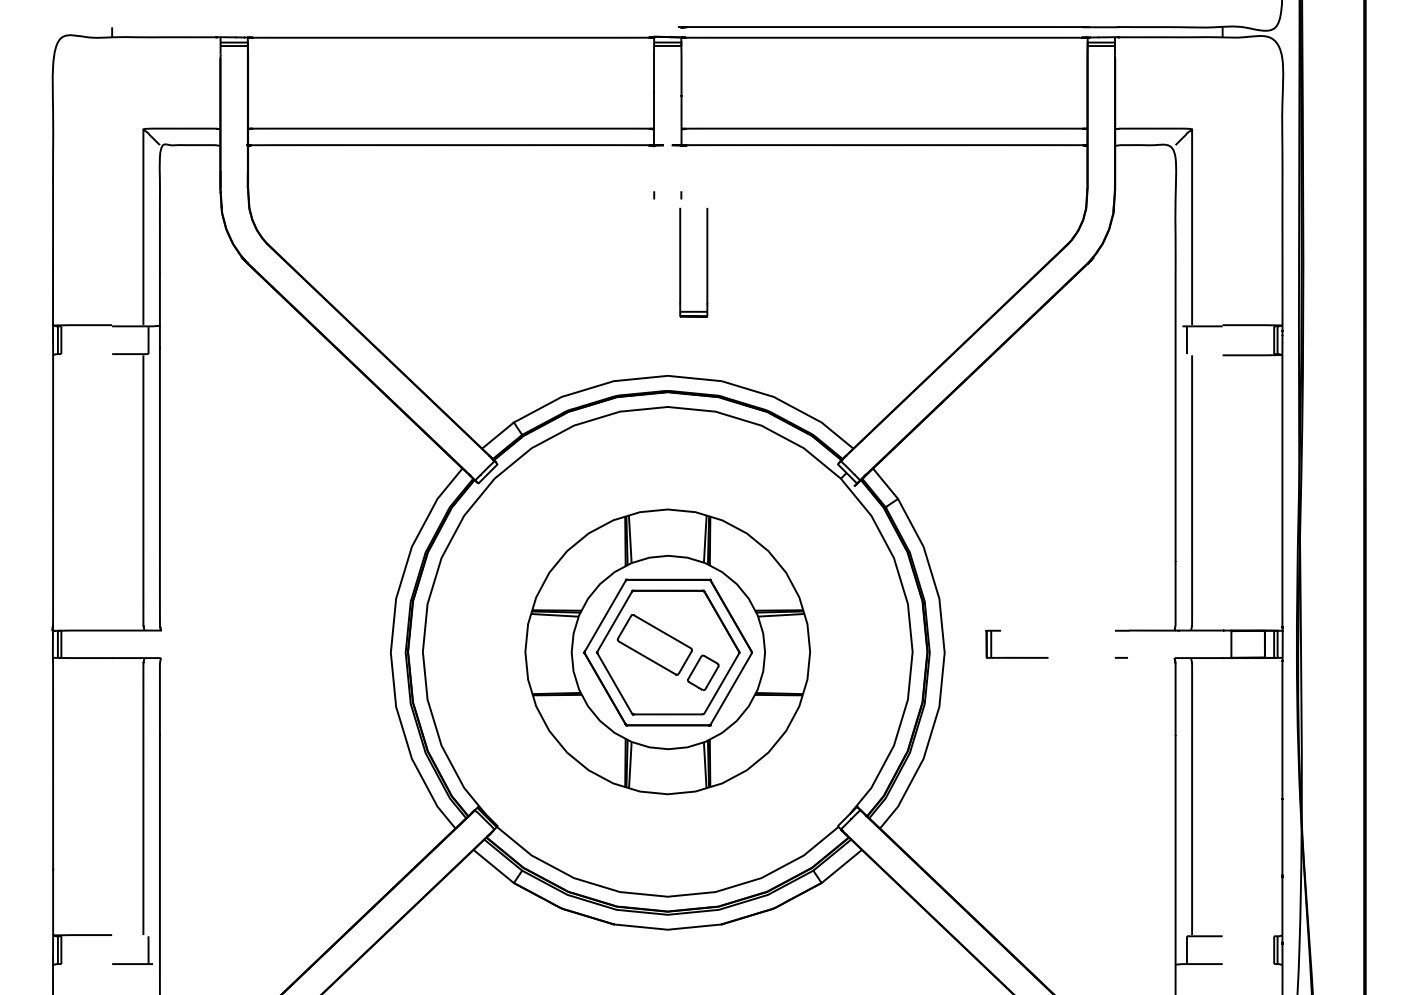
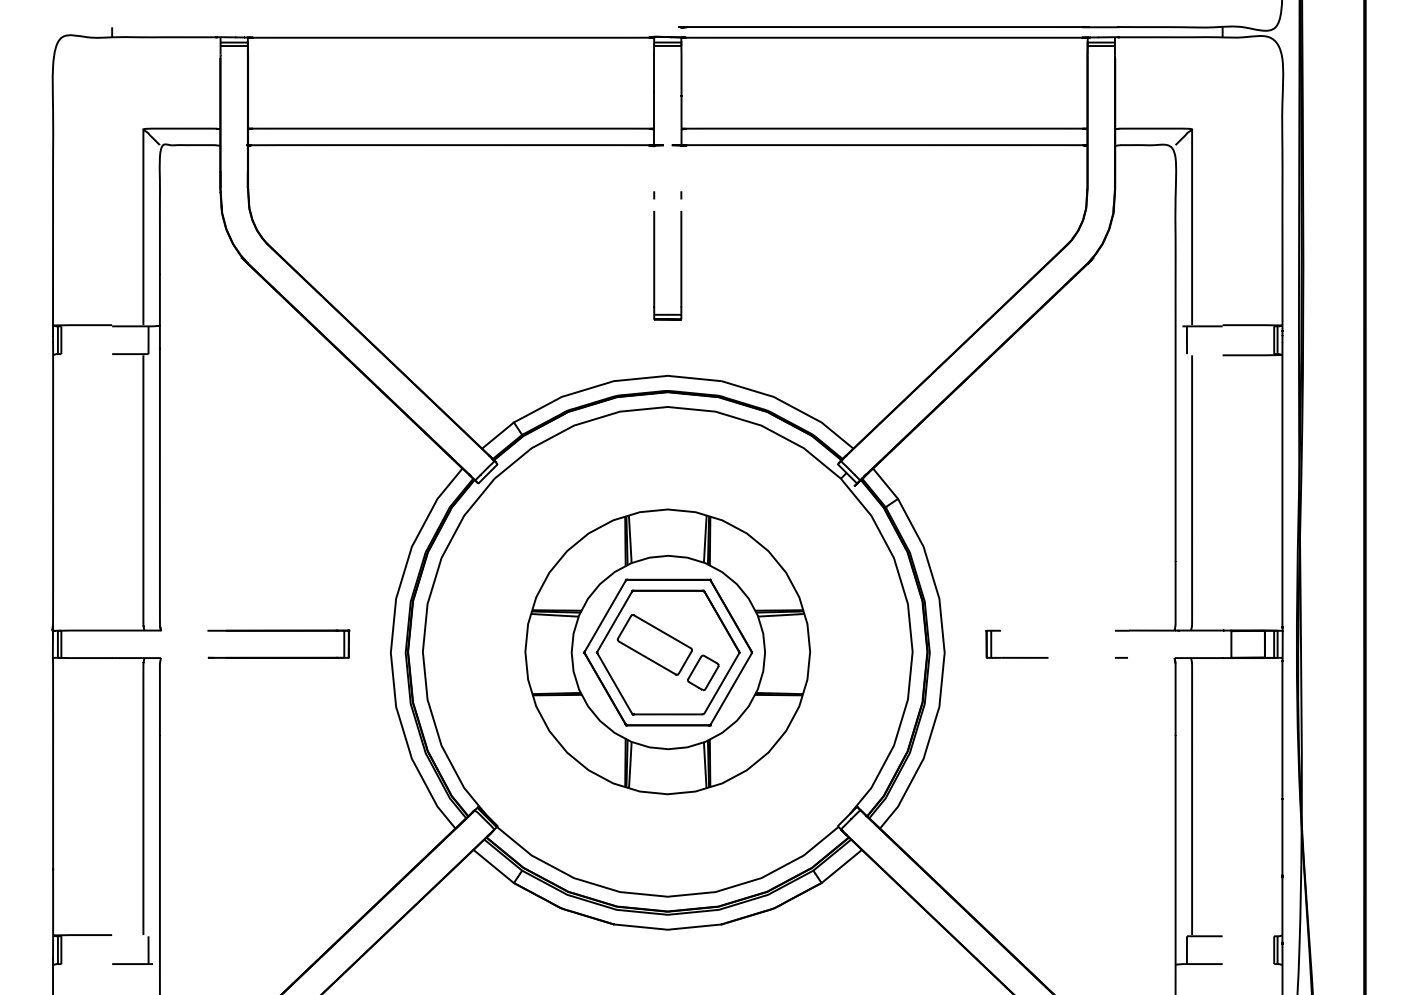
part at (681, 262) position: (681, 262) -> (655, 265)
part at (278, 631): none -> present
